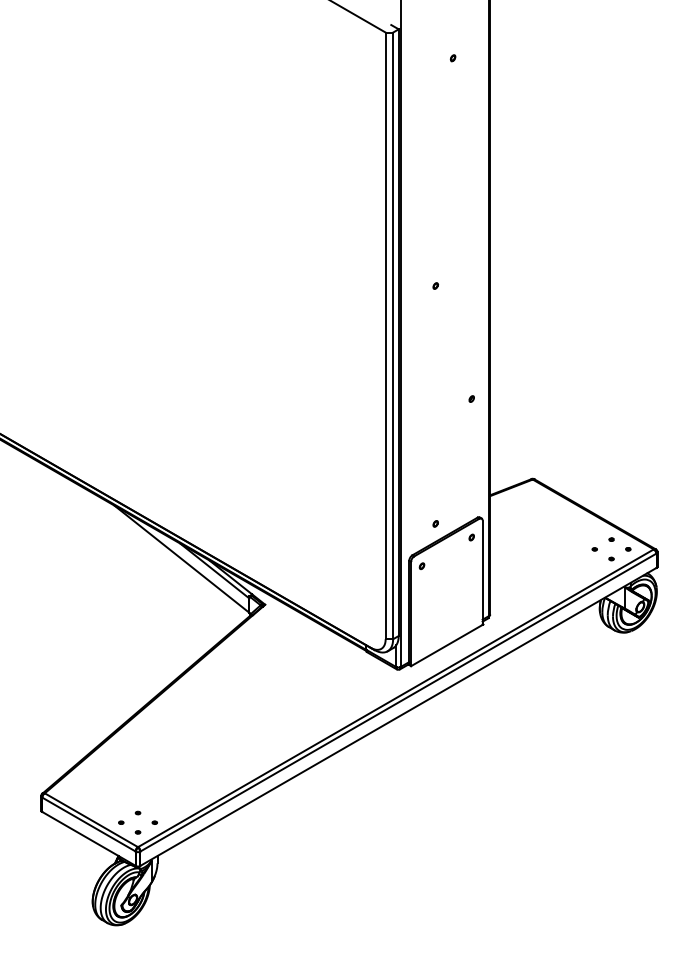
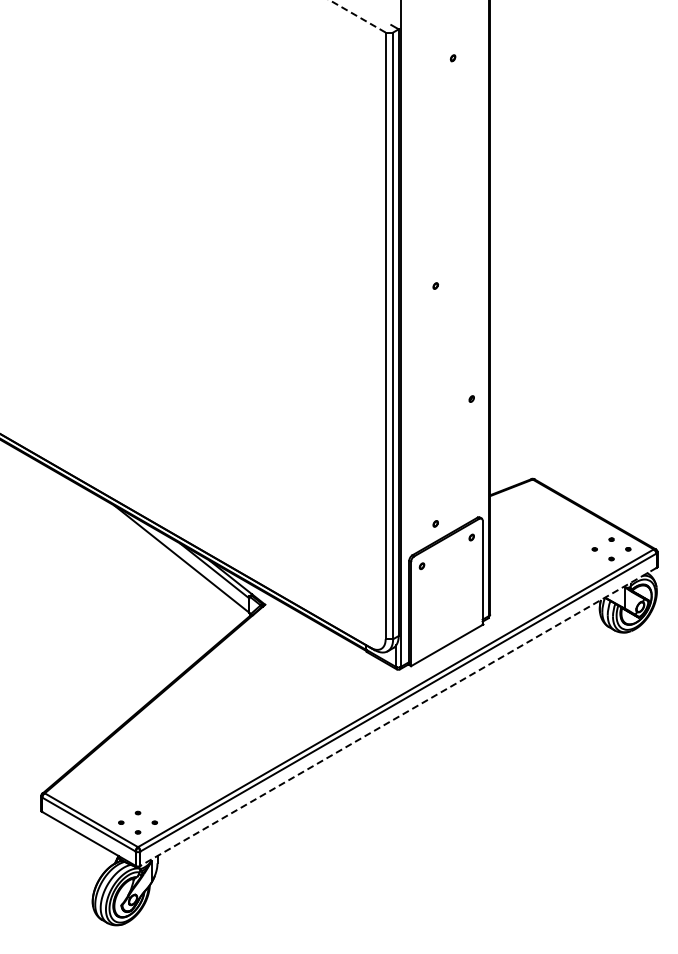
line at (357, 16): solid -> dashed
line at (398, 716): solid -> dashed
